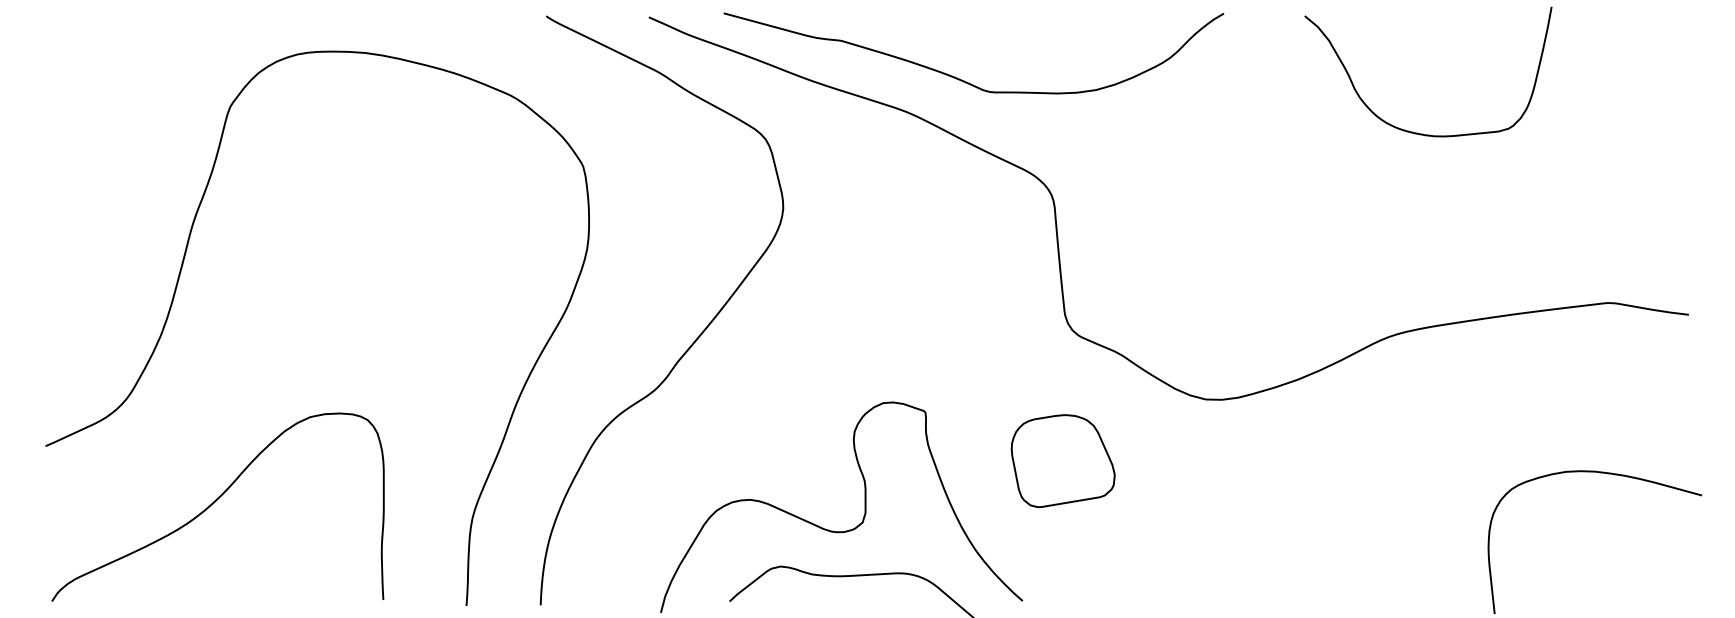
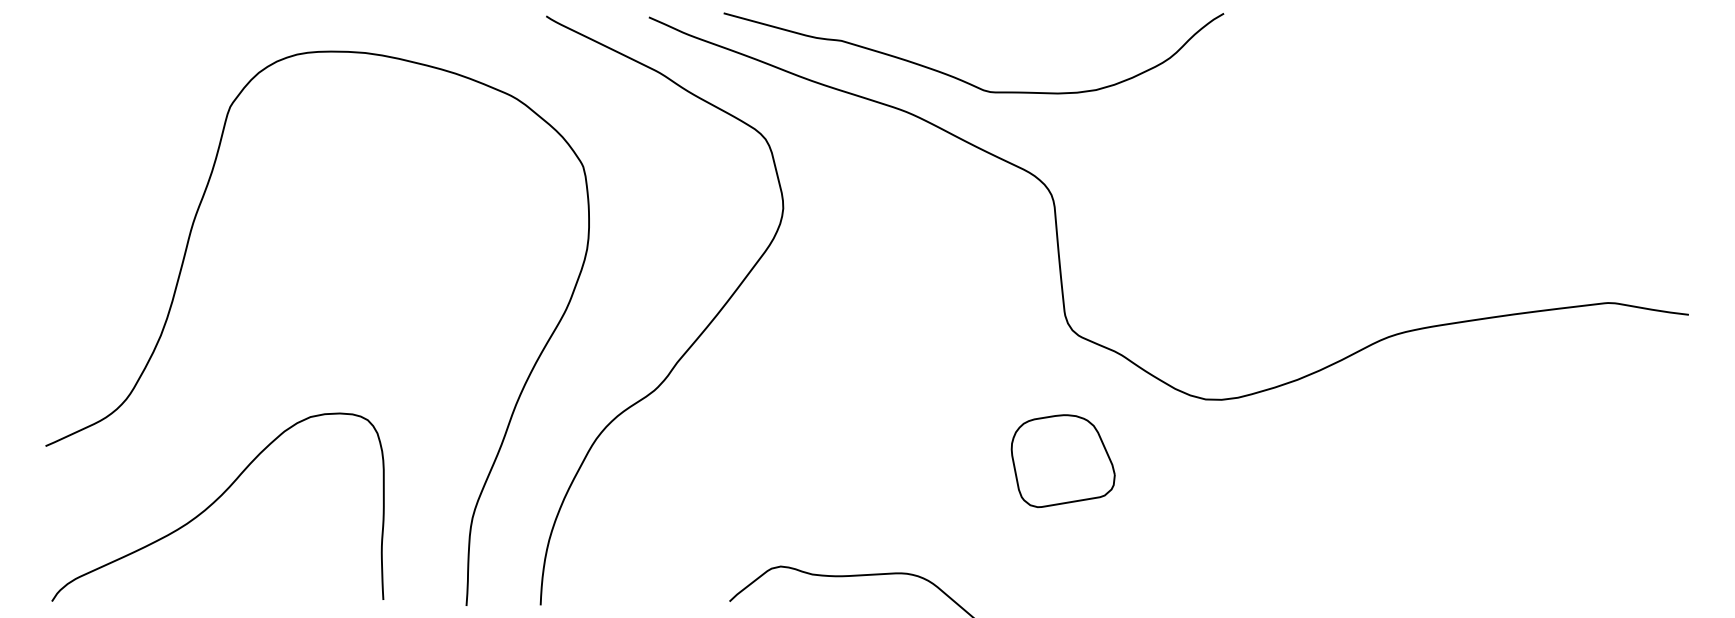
curve at (1417, 132): present -> none
curve at (1599, 473): present -> none
curve at (864, 506): present -> none
